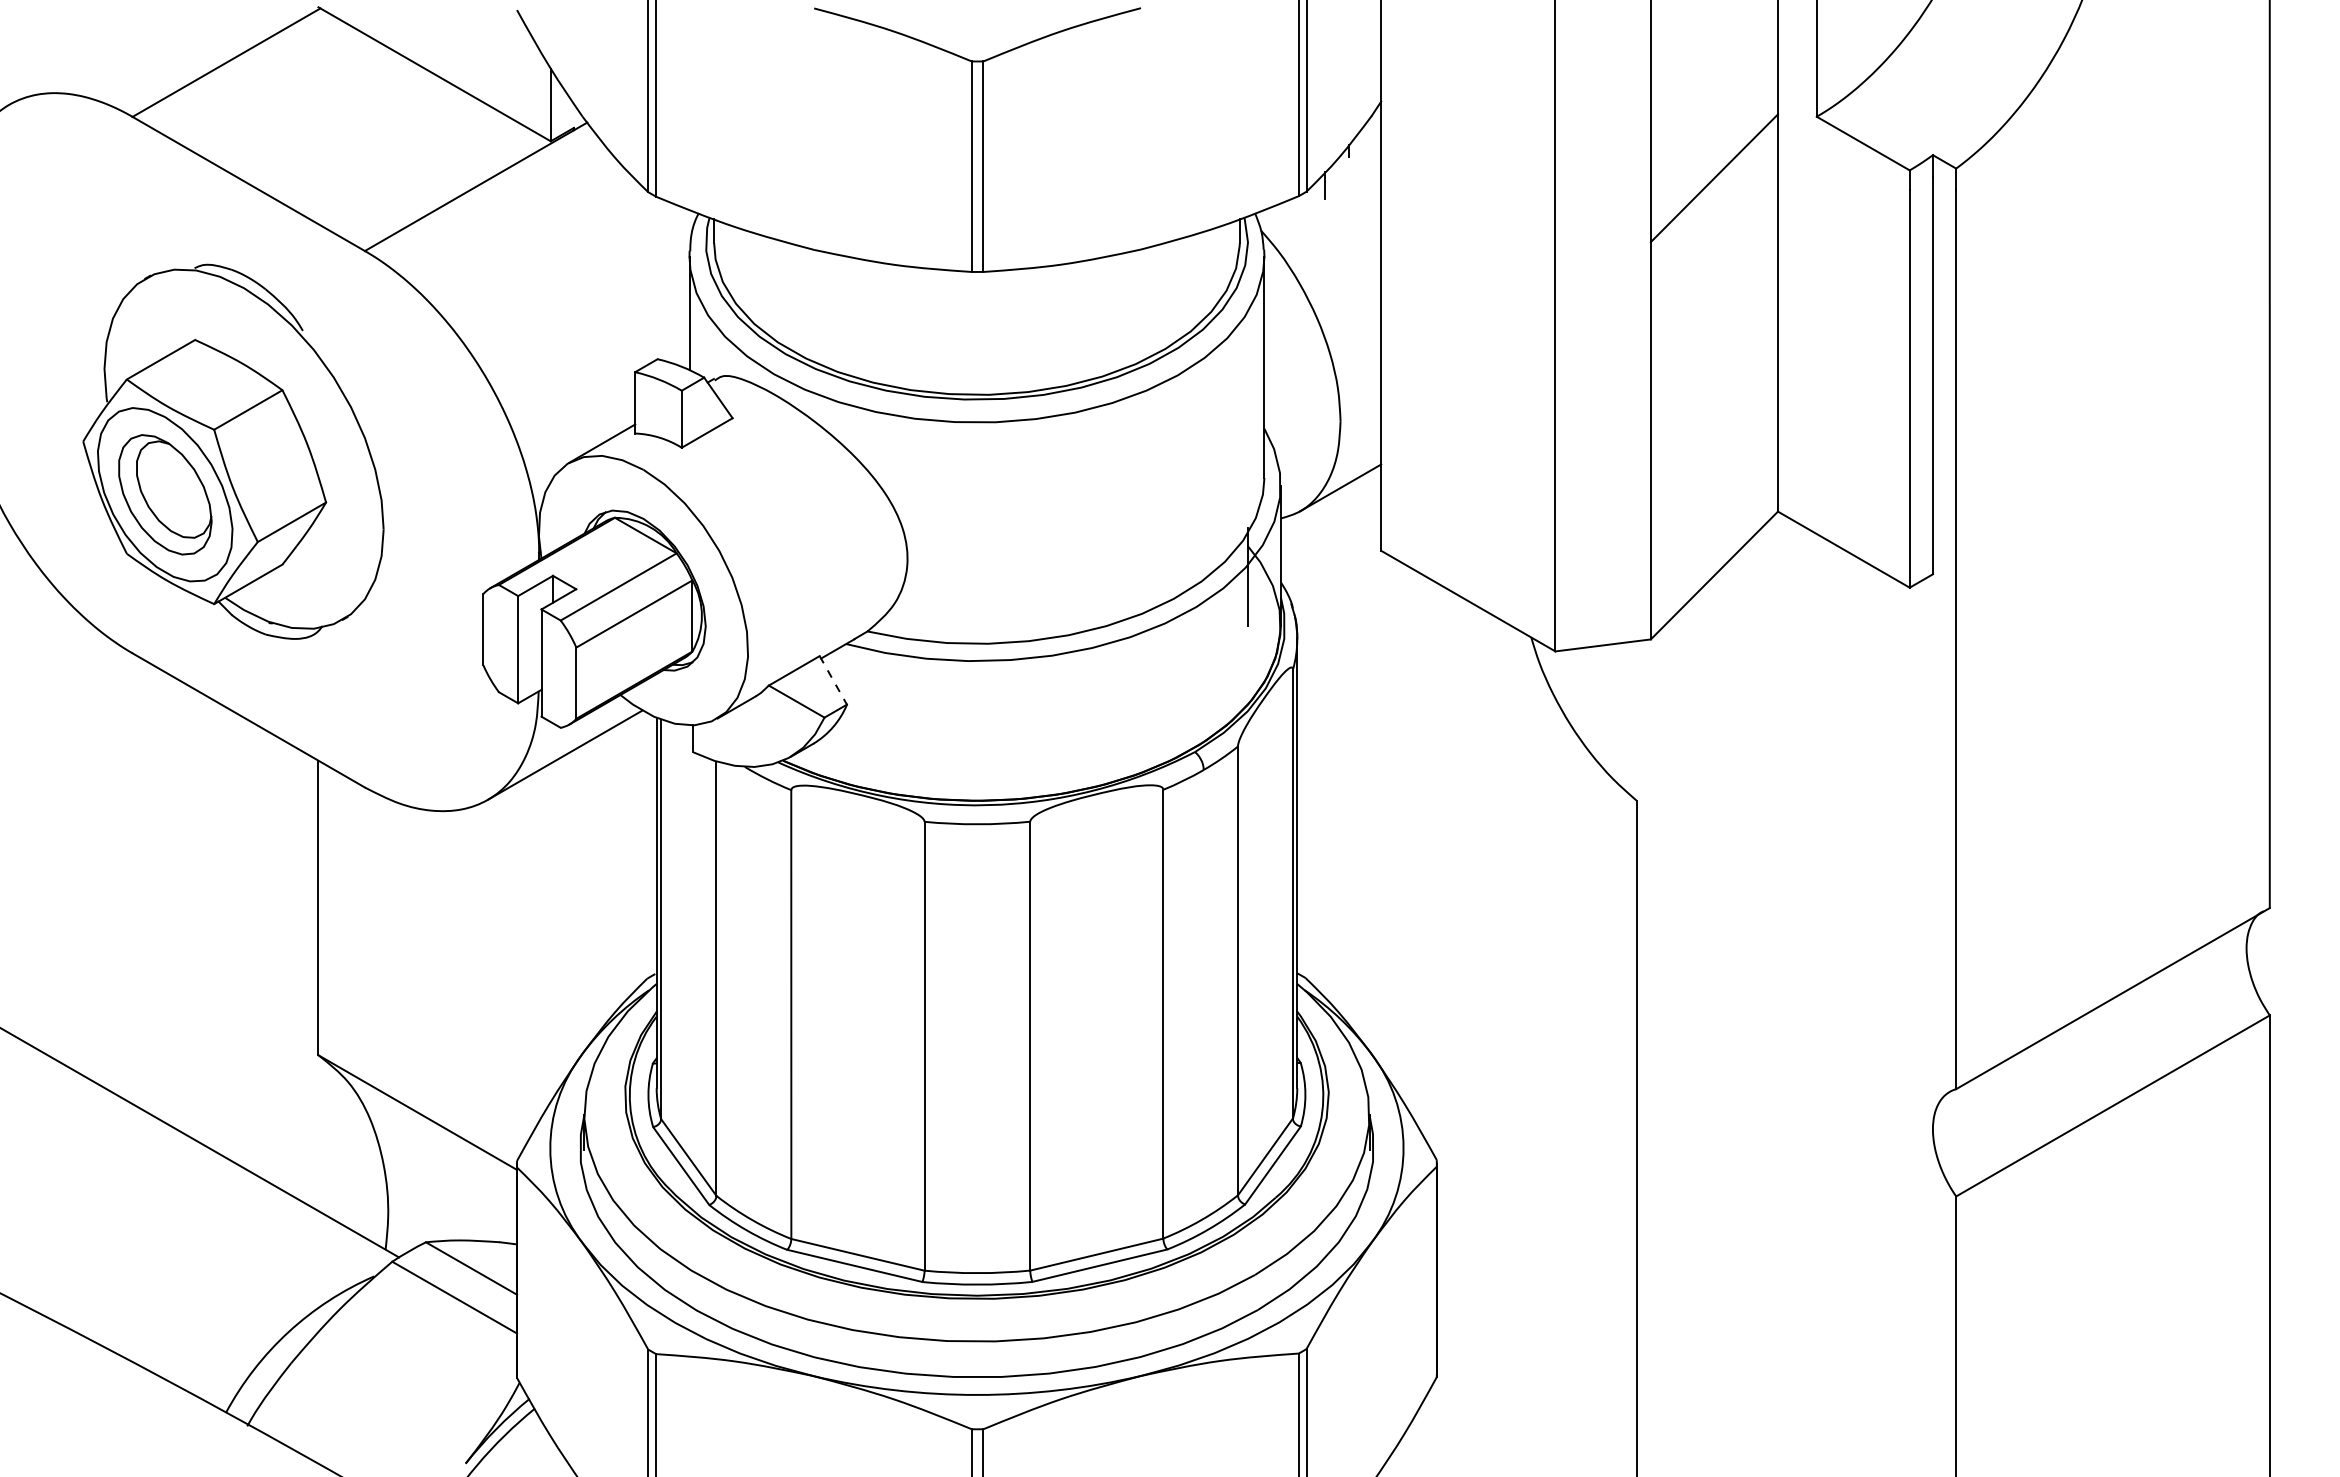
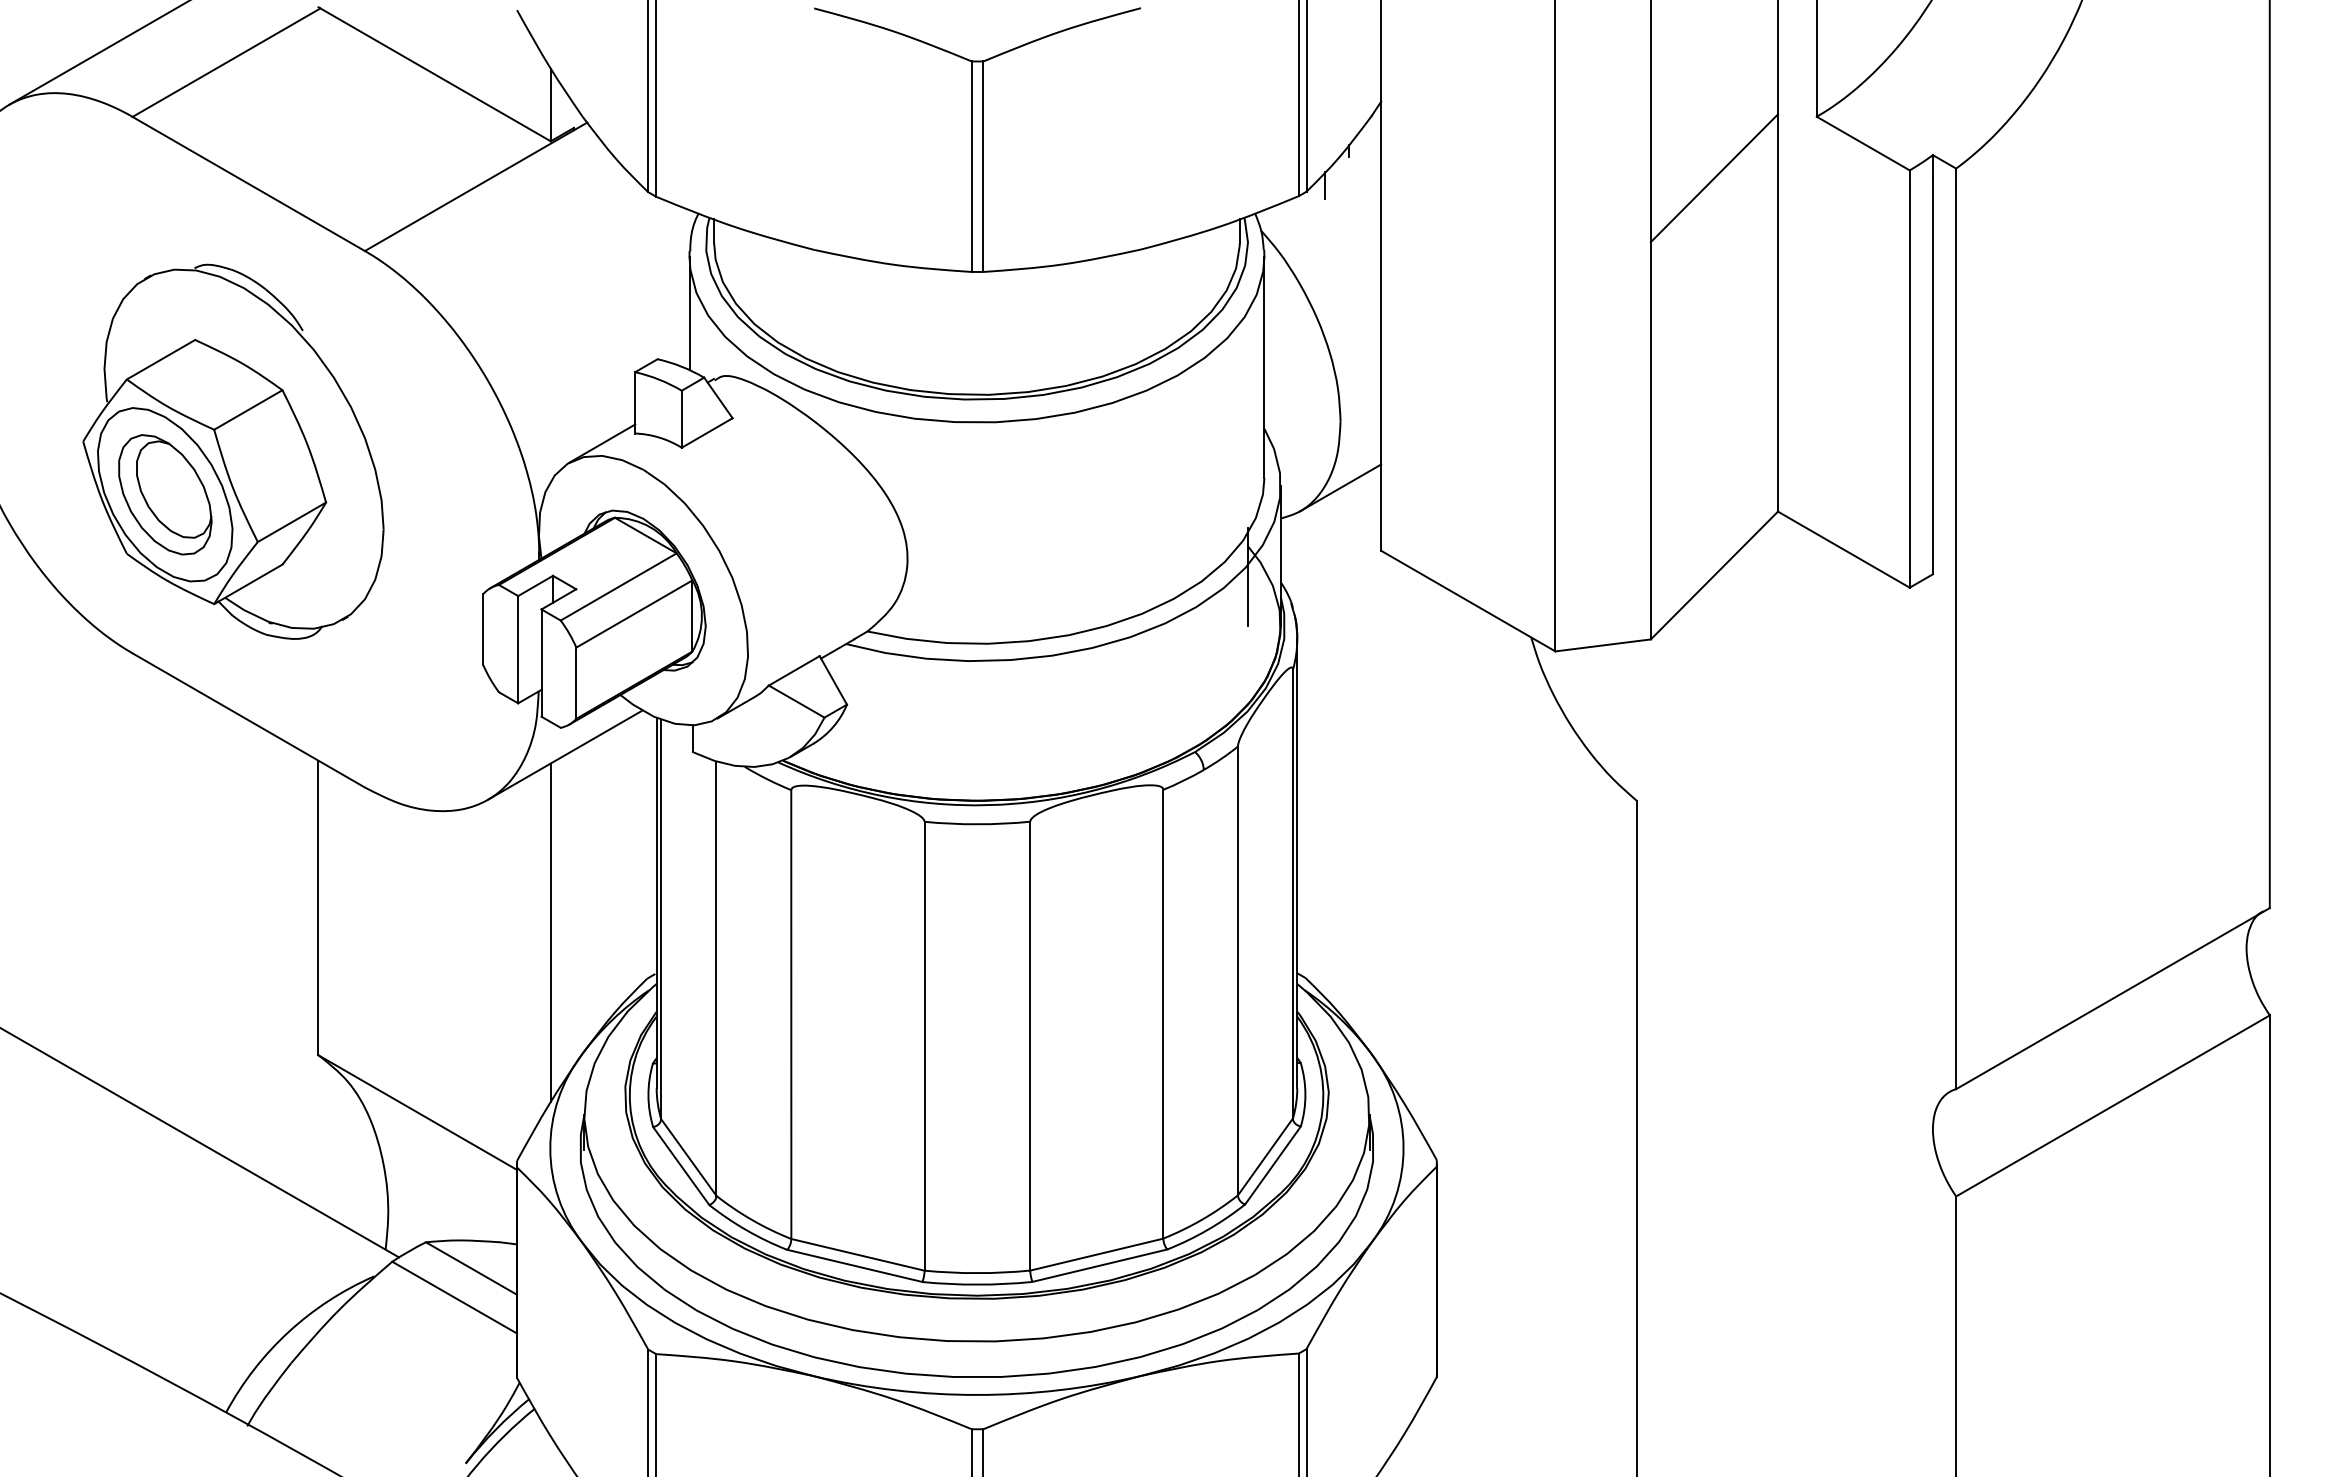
line at (97, 53): none -> present
line at (833, 680): dashed -> solid
line at (550, 932): none -> present
